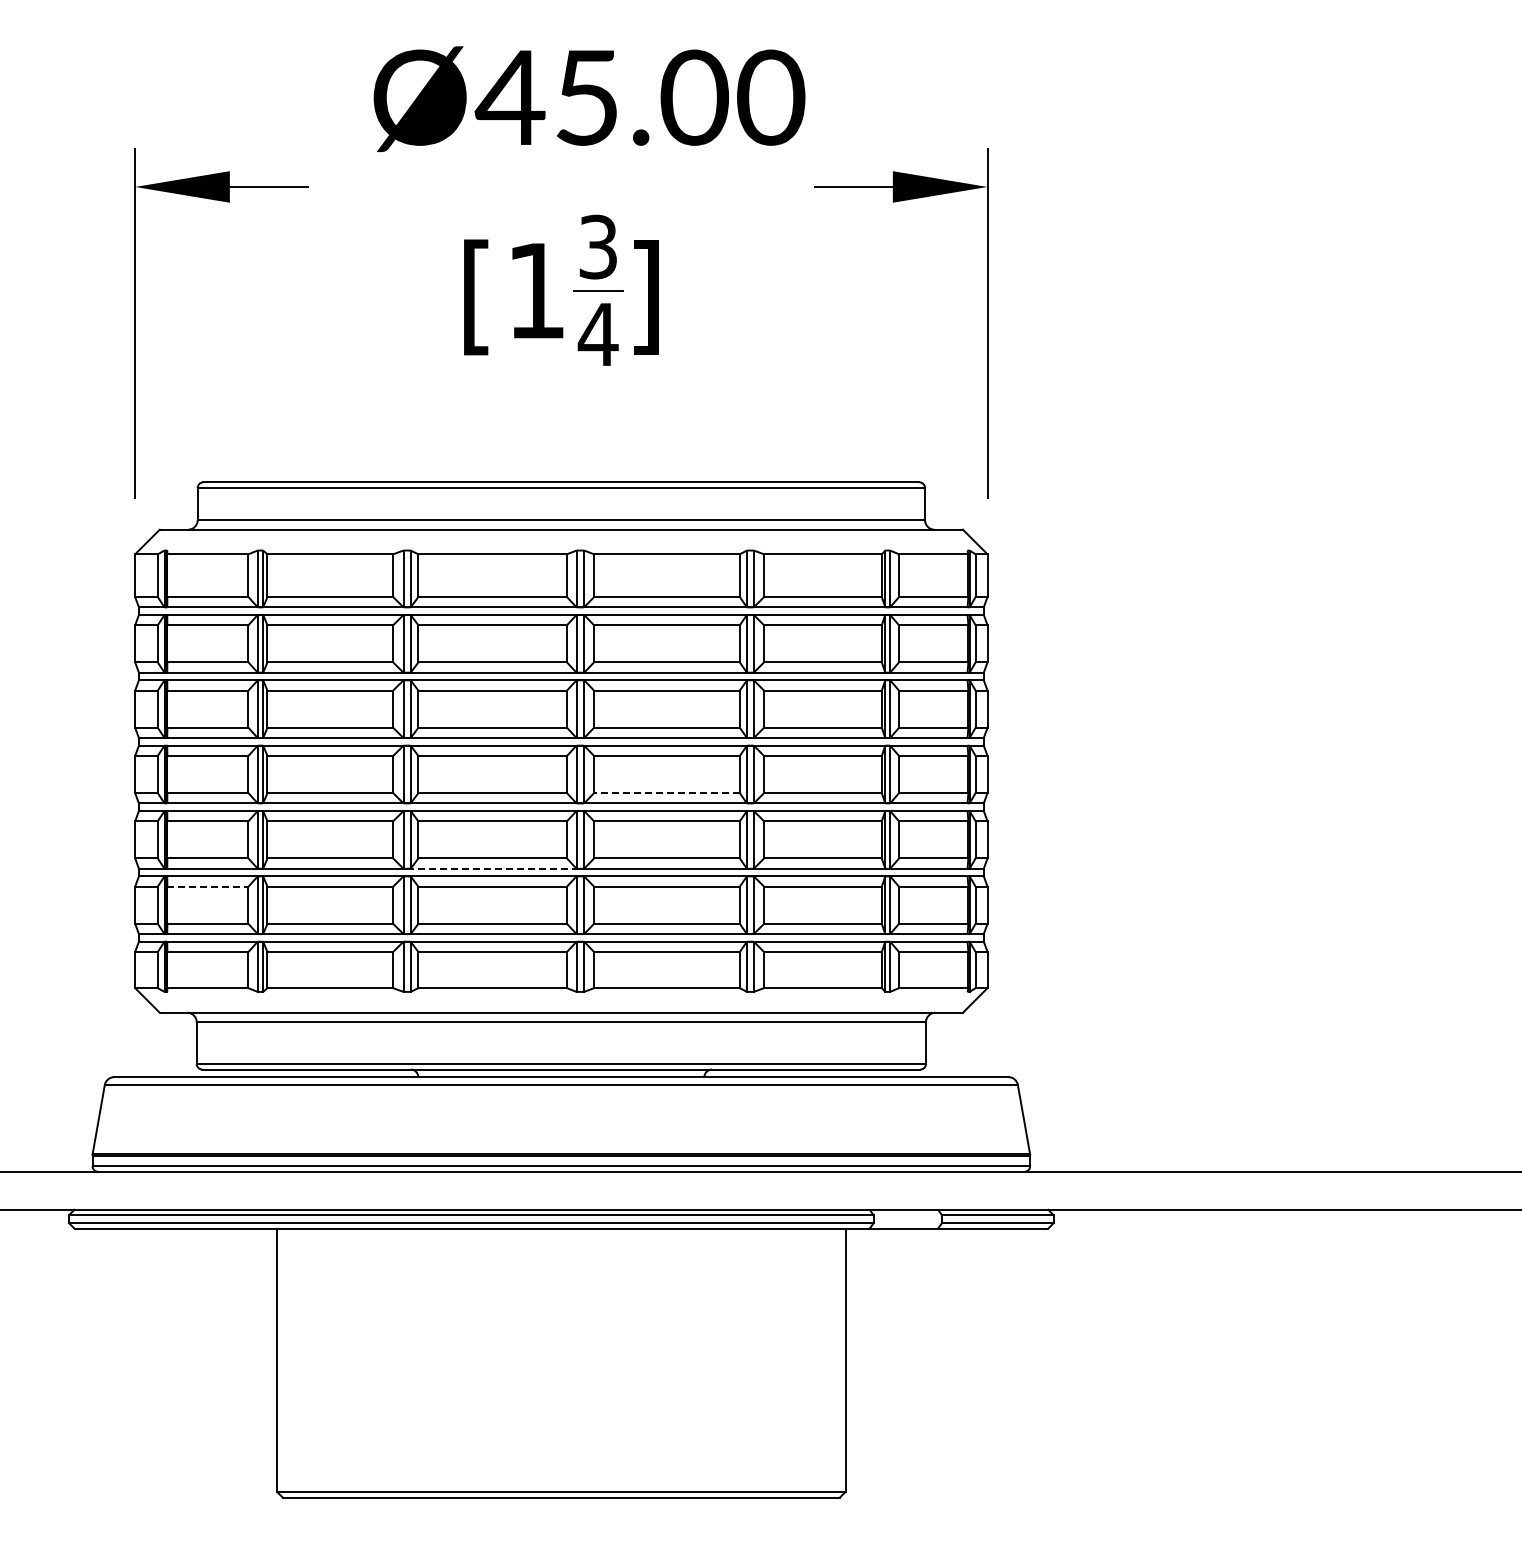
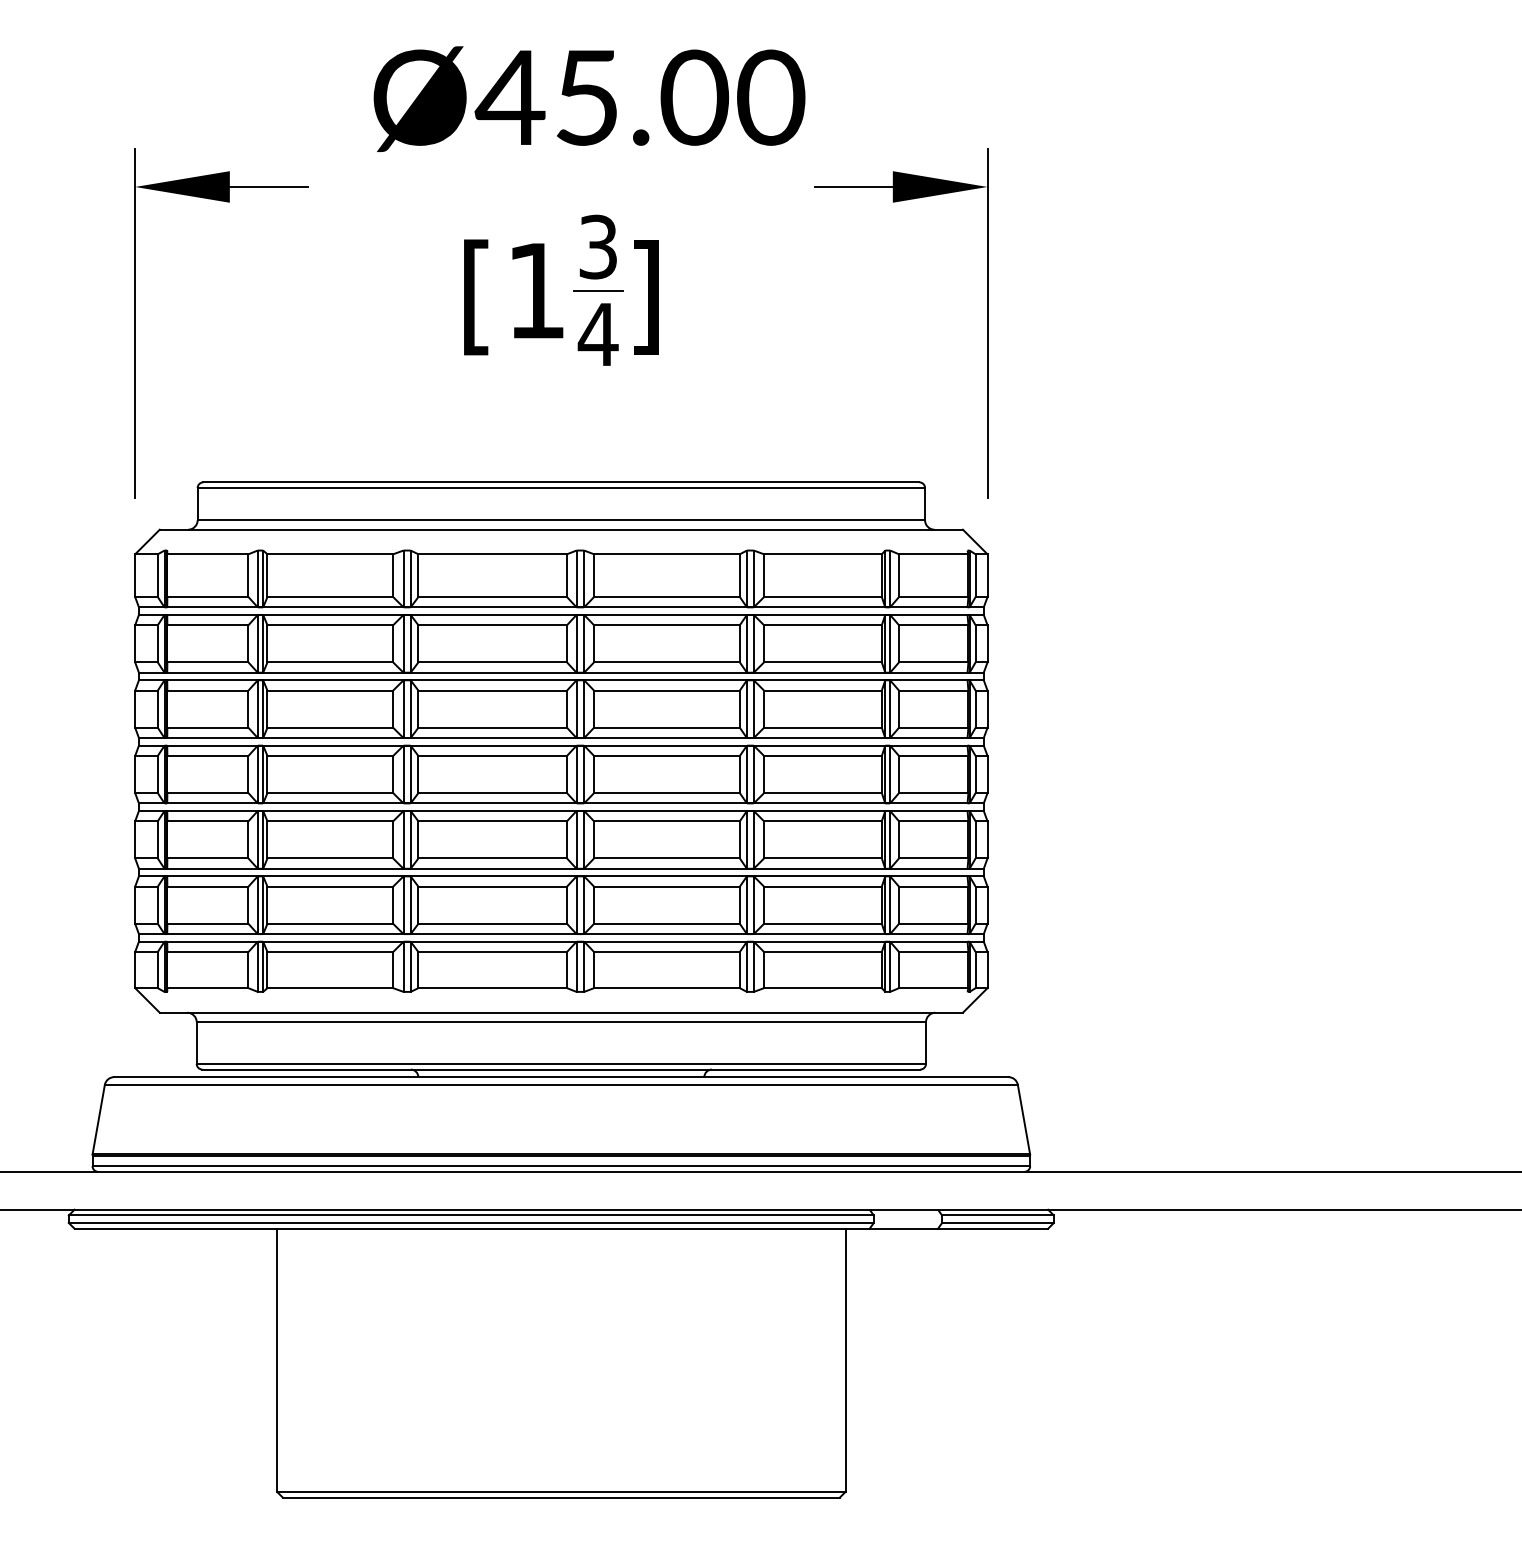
line at (666, 793): dashed -> solid
line at (493, 868): dashed -> solid
line at (207, 886): dashed -> solid
